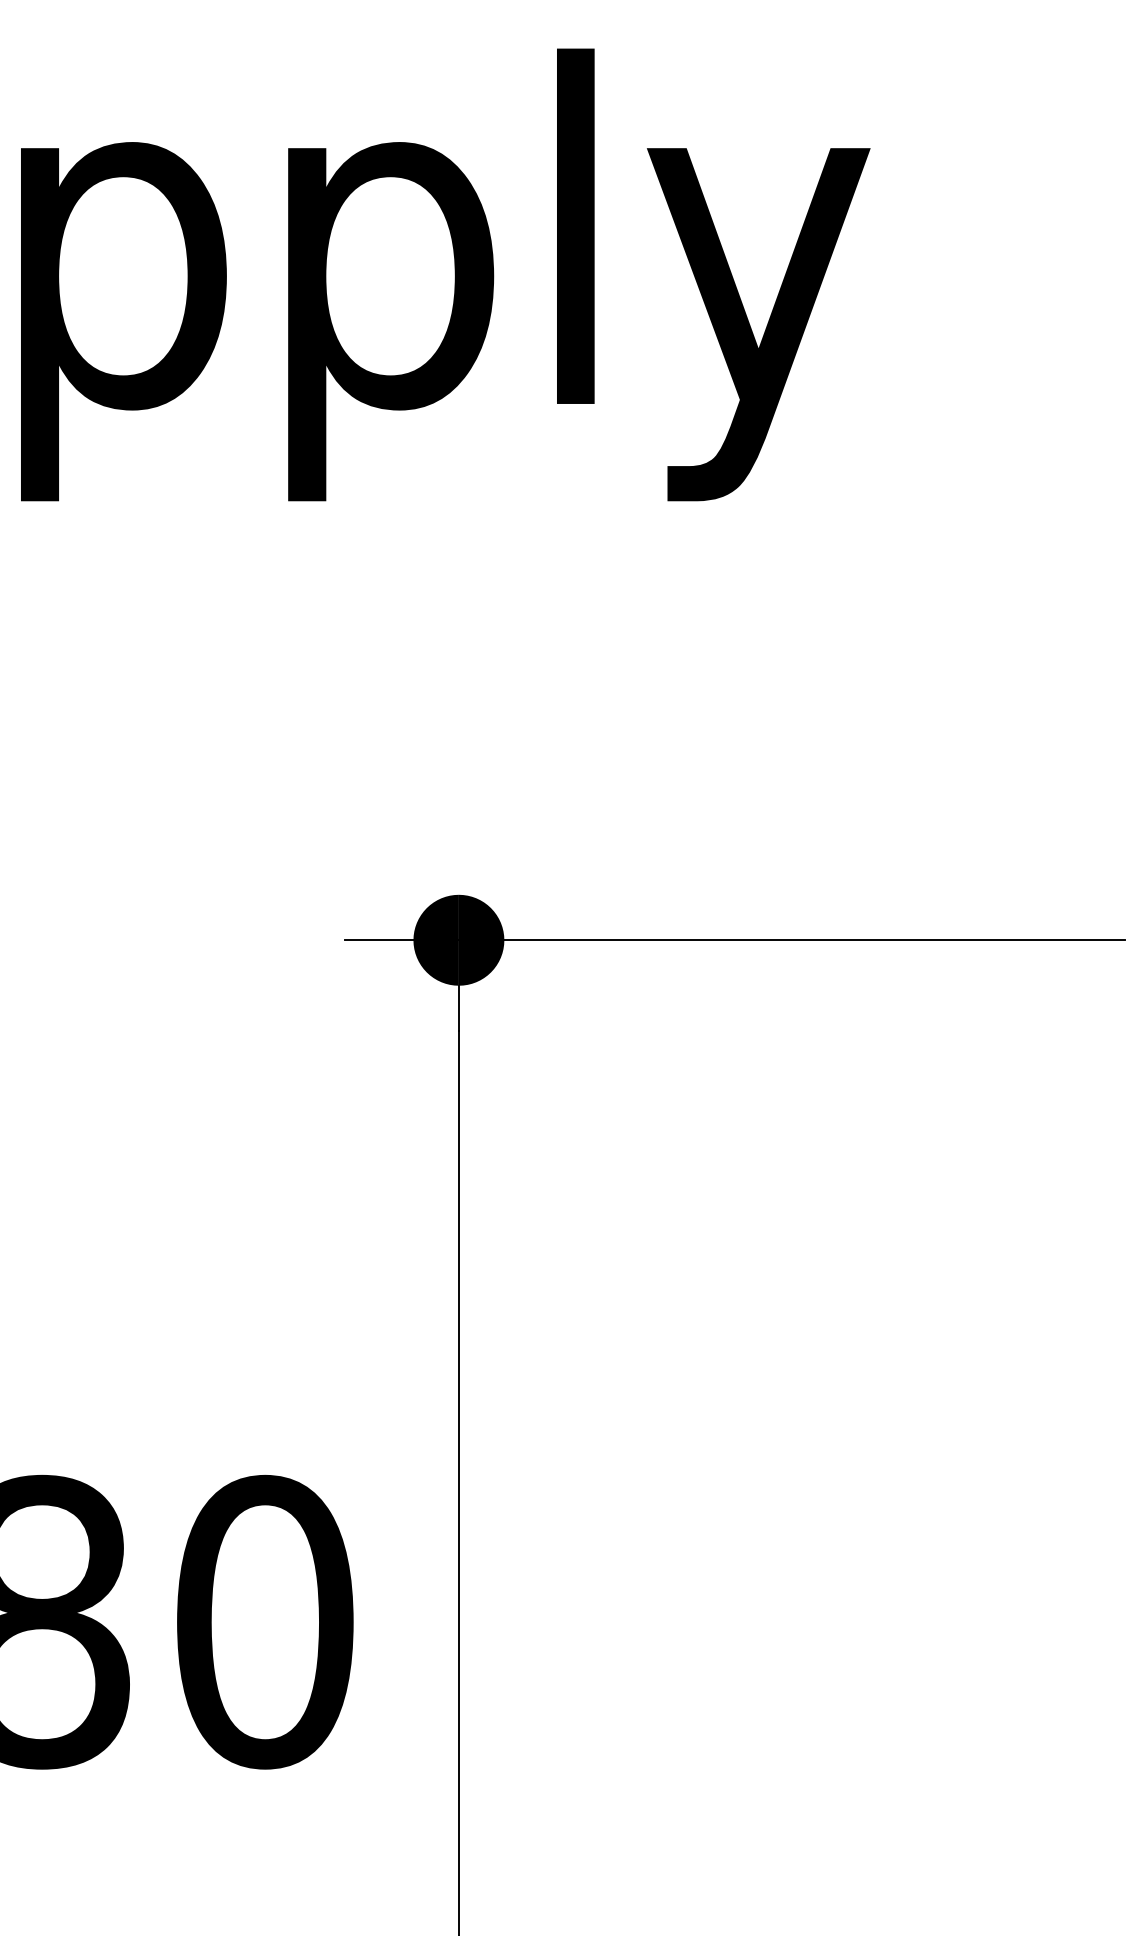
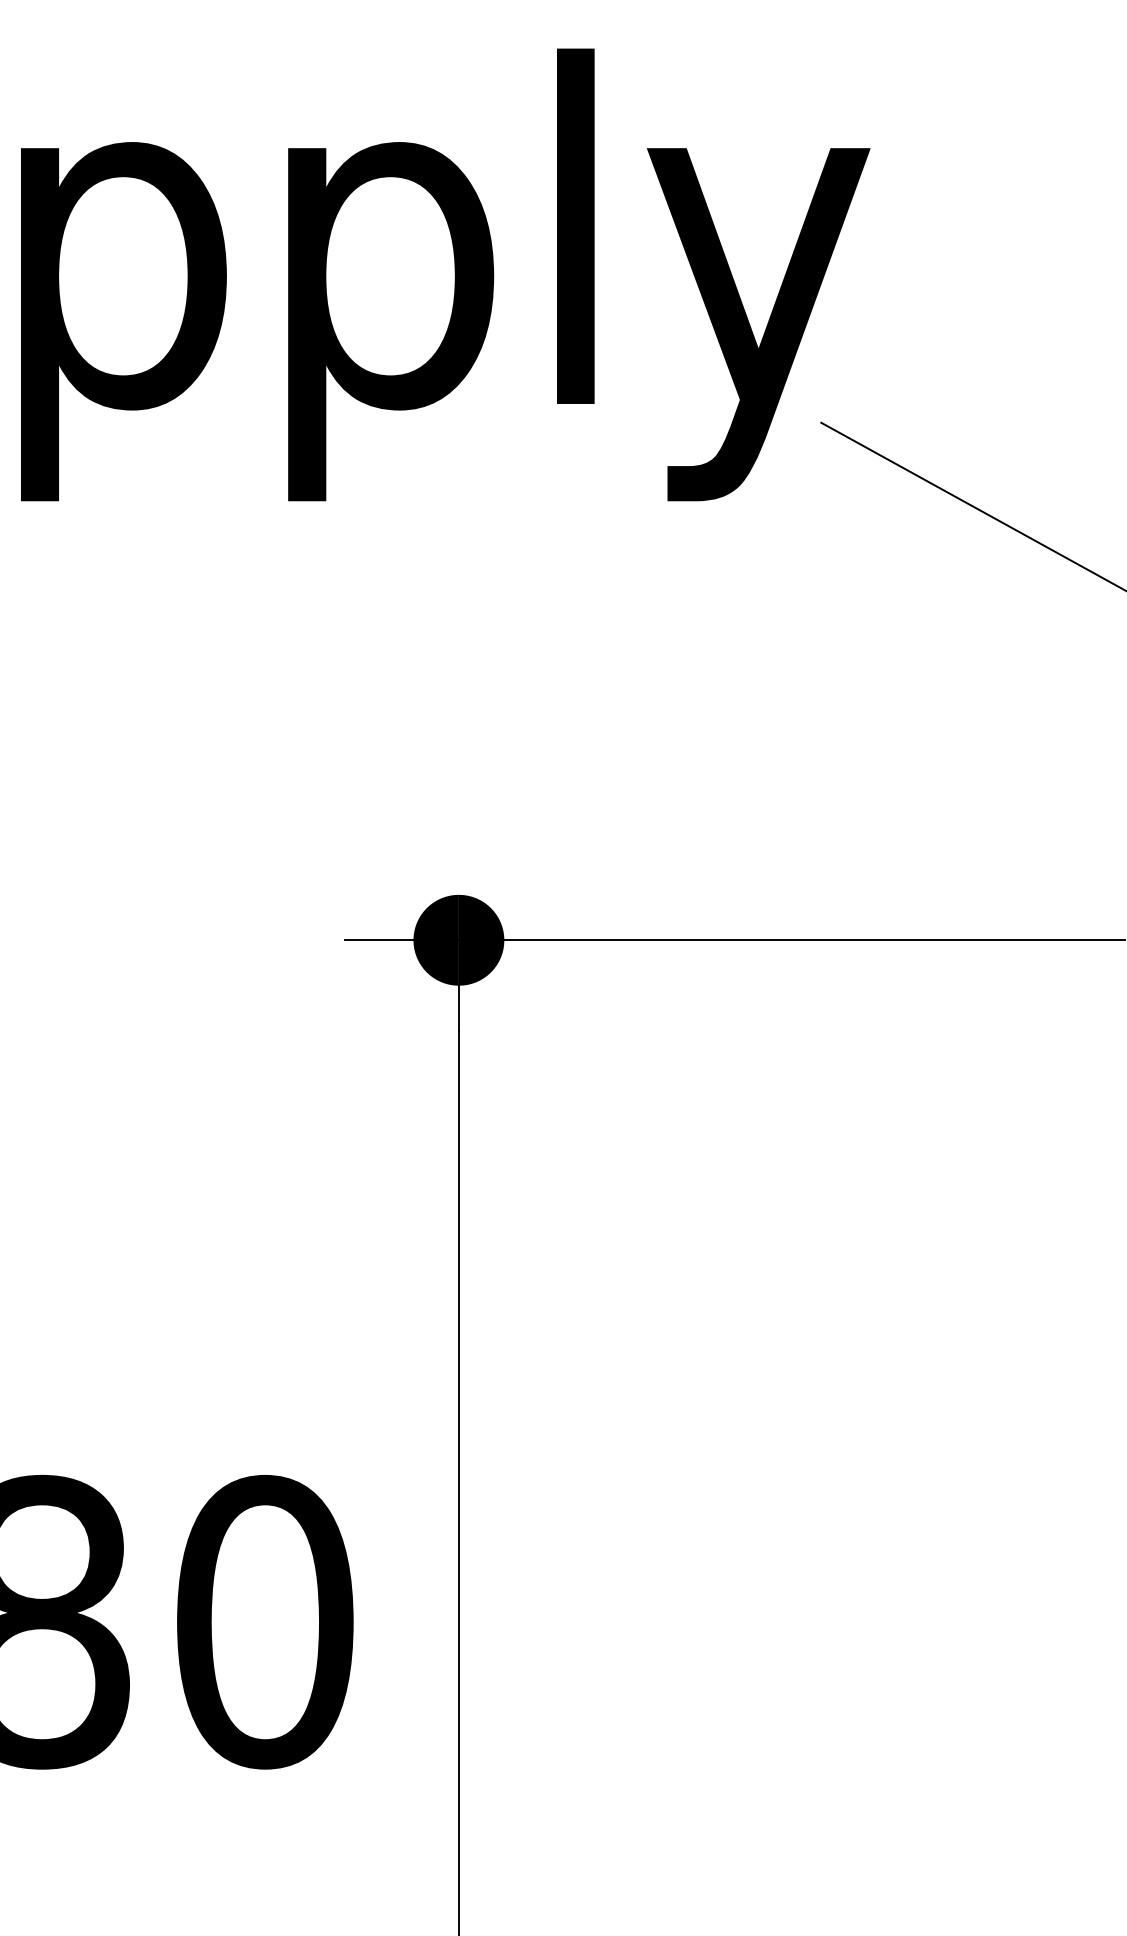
line at (972, 505): none -> present
